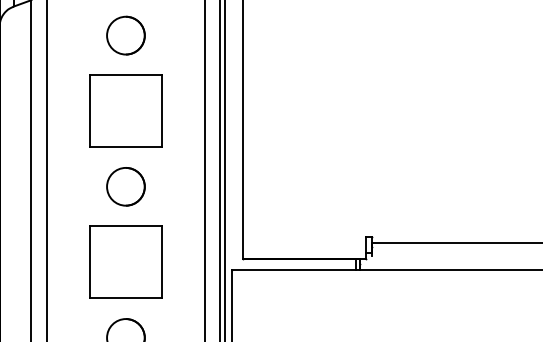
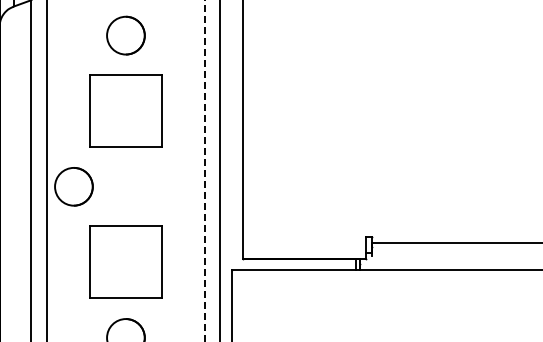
line at (224, 170): present -> none
line at (204, 171): solid -> dashed
circle at (125, 186) position: (125, 186) -> (73, 186)
